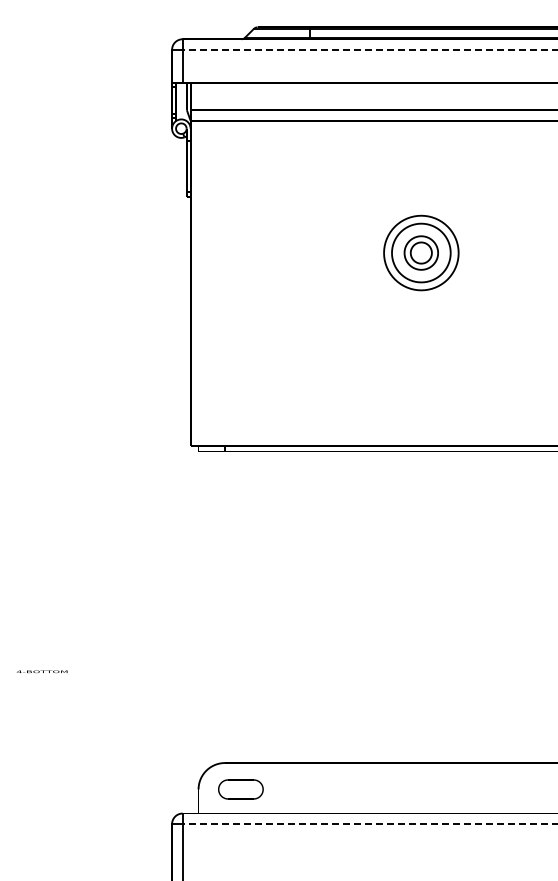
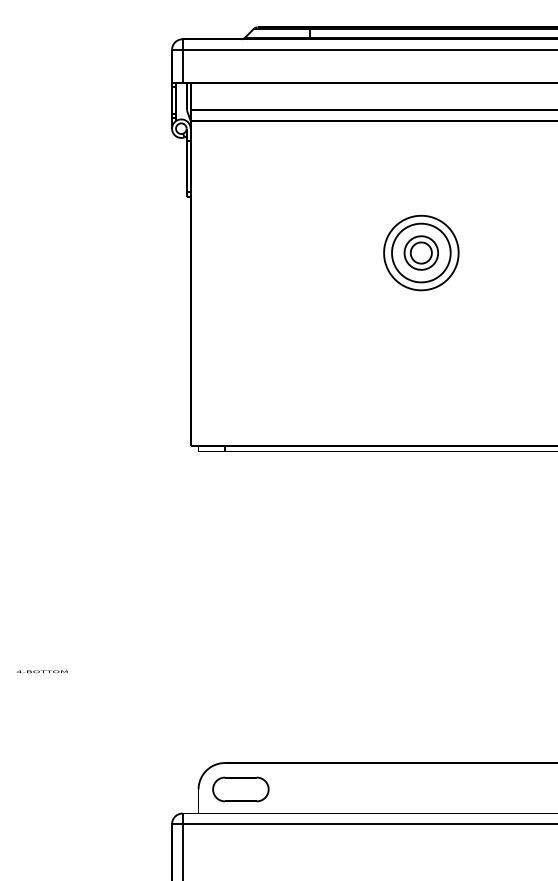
line at (369, 49): dashed -> solid
part at (240, 789) size: 46x21 px -> 58x27 px
line at (369, 824): dashed -> solid
